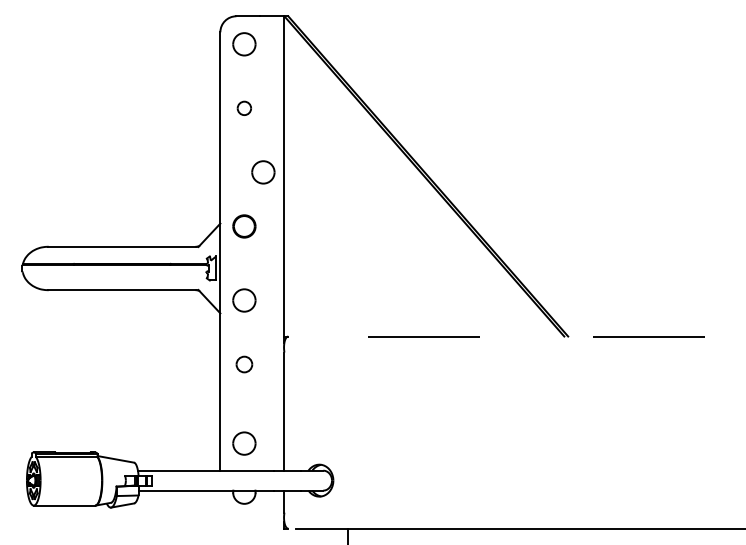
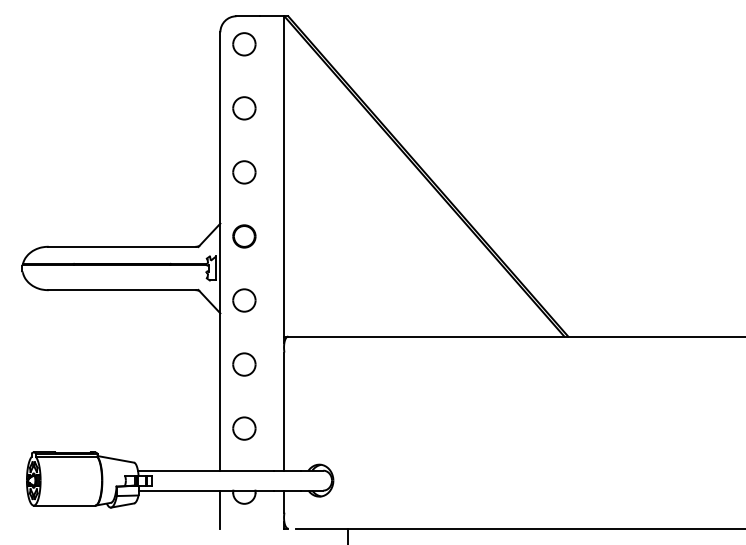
part at (243, 107) size: 16x16 px -> 25x25 px
part at (263, 172) position: (263, 172) -> (244, 172)
part at (244, 226) position: (244, 226) -> (244, 236)
line at (516, 336): dashed -> solid
part at (244, 364) size: 19x19 px -> 25x25 px
part at (244, 443) position: (244, 443) -> (244, 428)
line at (220, 509): none -> present
